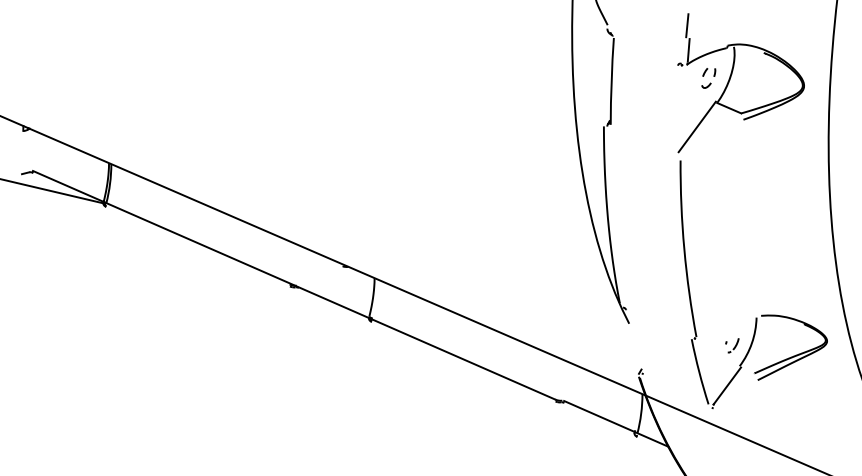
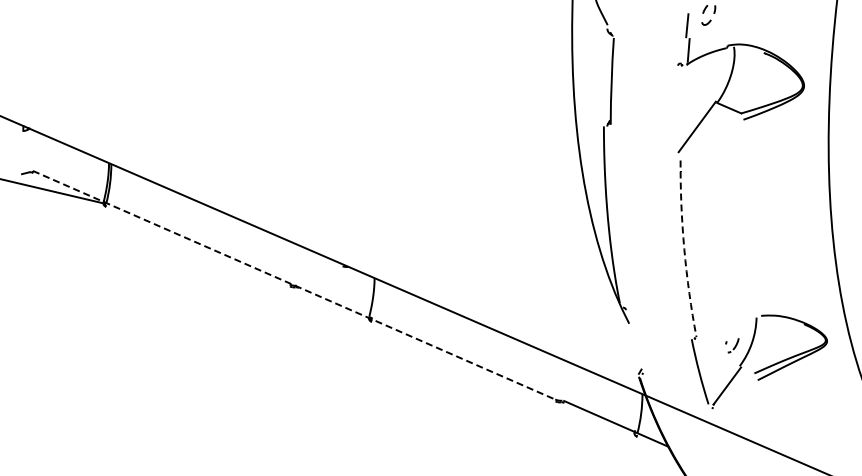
part at (708, 78) position: (708, 78) -> (708, 15)
arc at (684, 249): solid -> dashed
line at (294, 285): solid -> dashed
